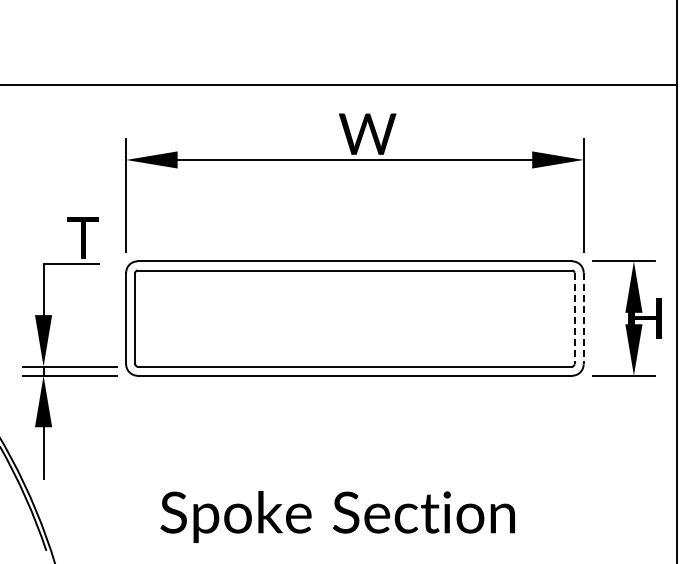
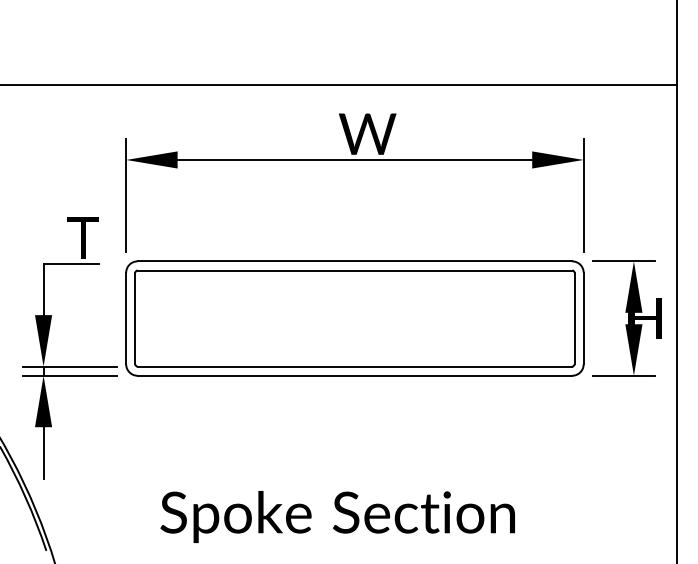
line at (574, 318): dashed -> solid
line at (583, 318): dashed -> solid
